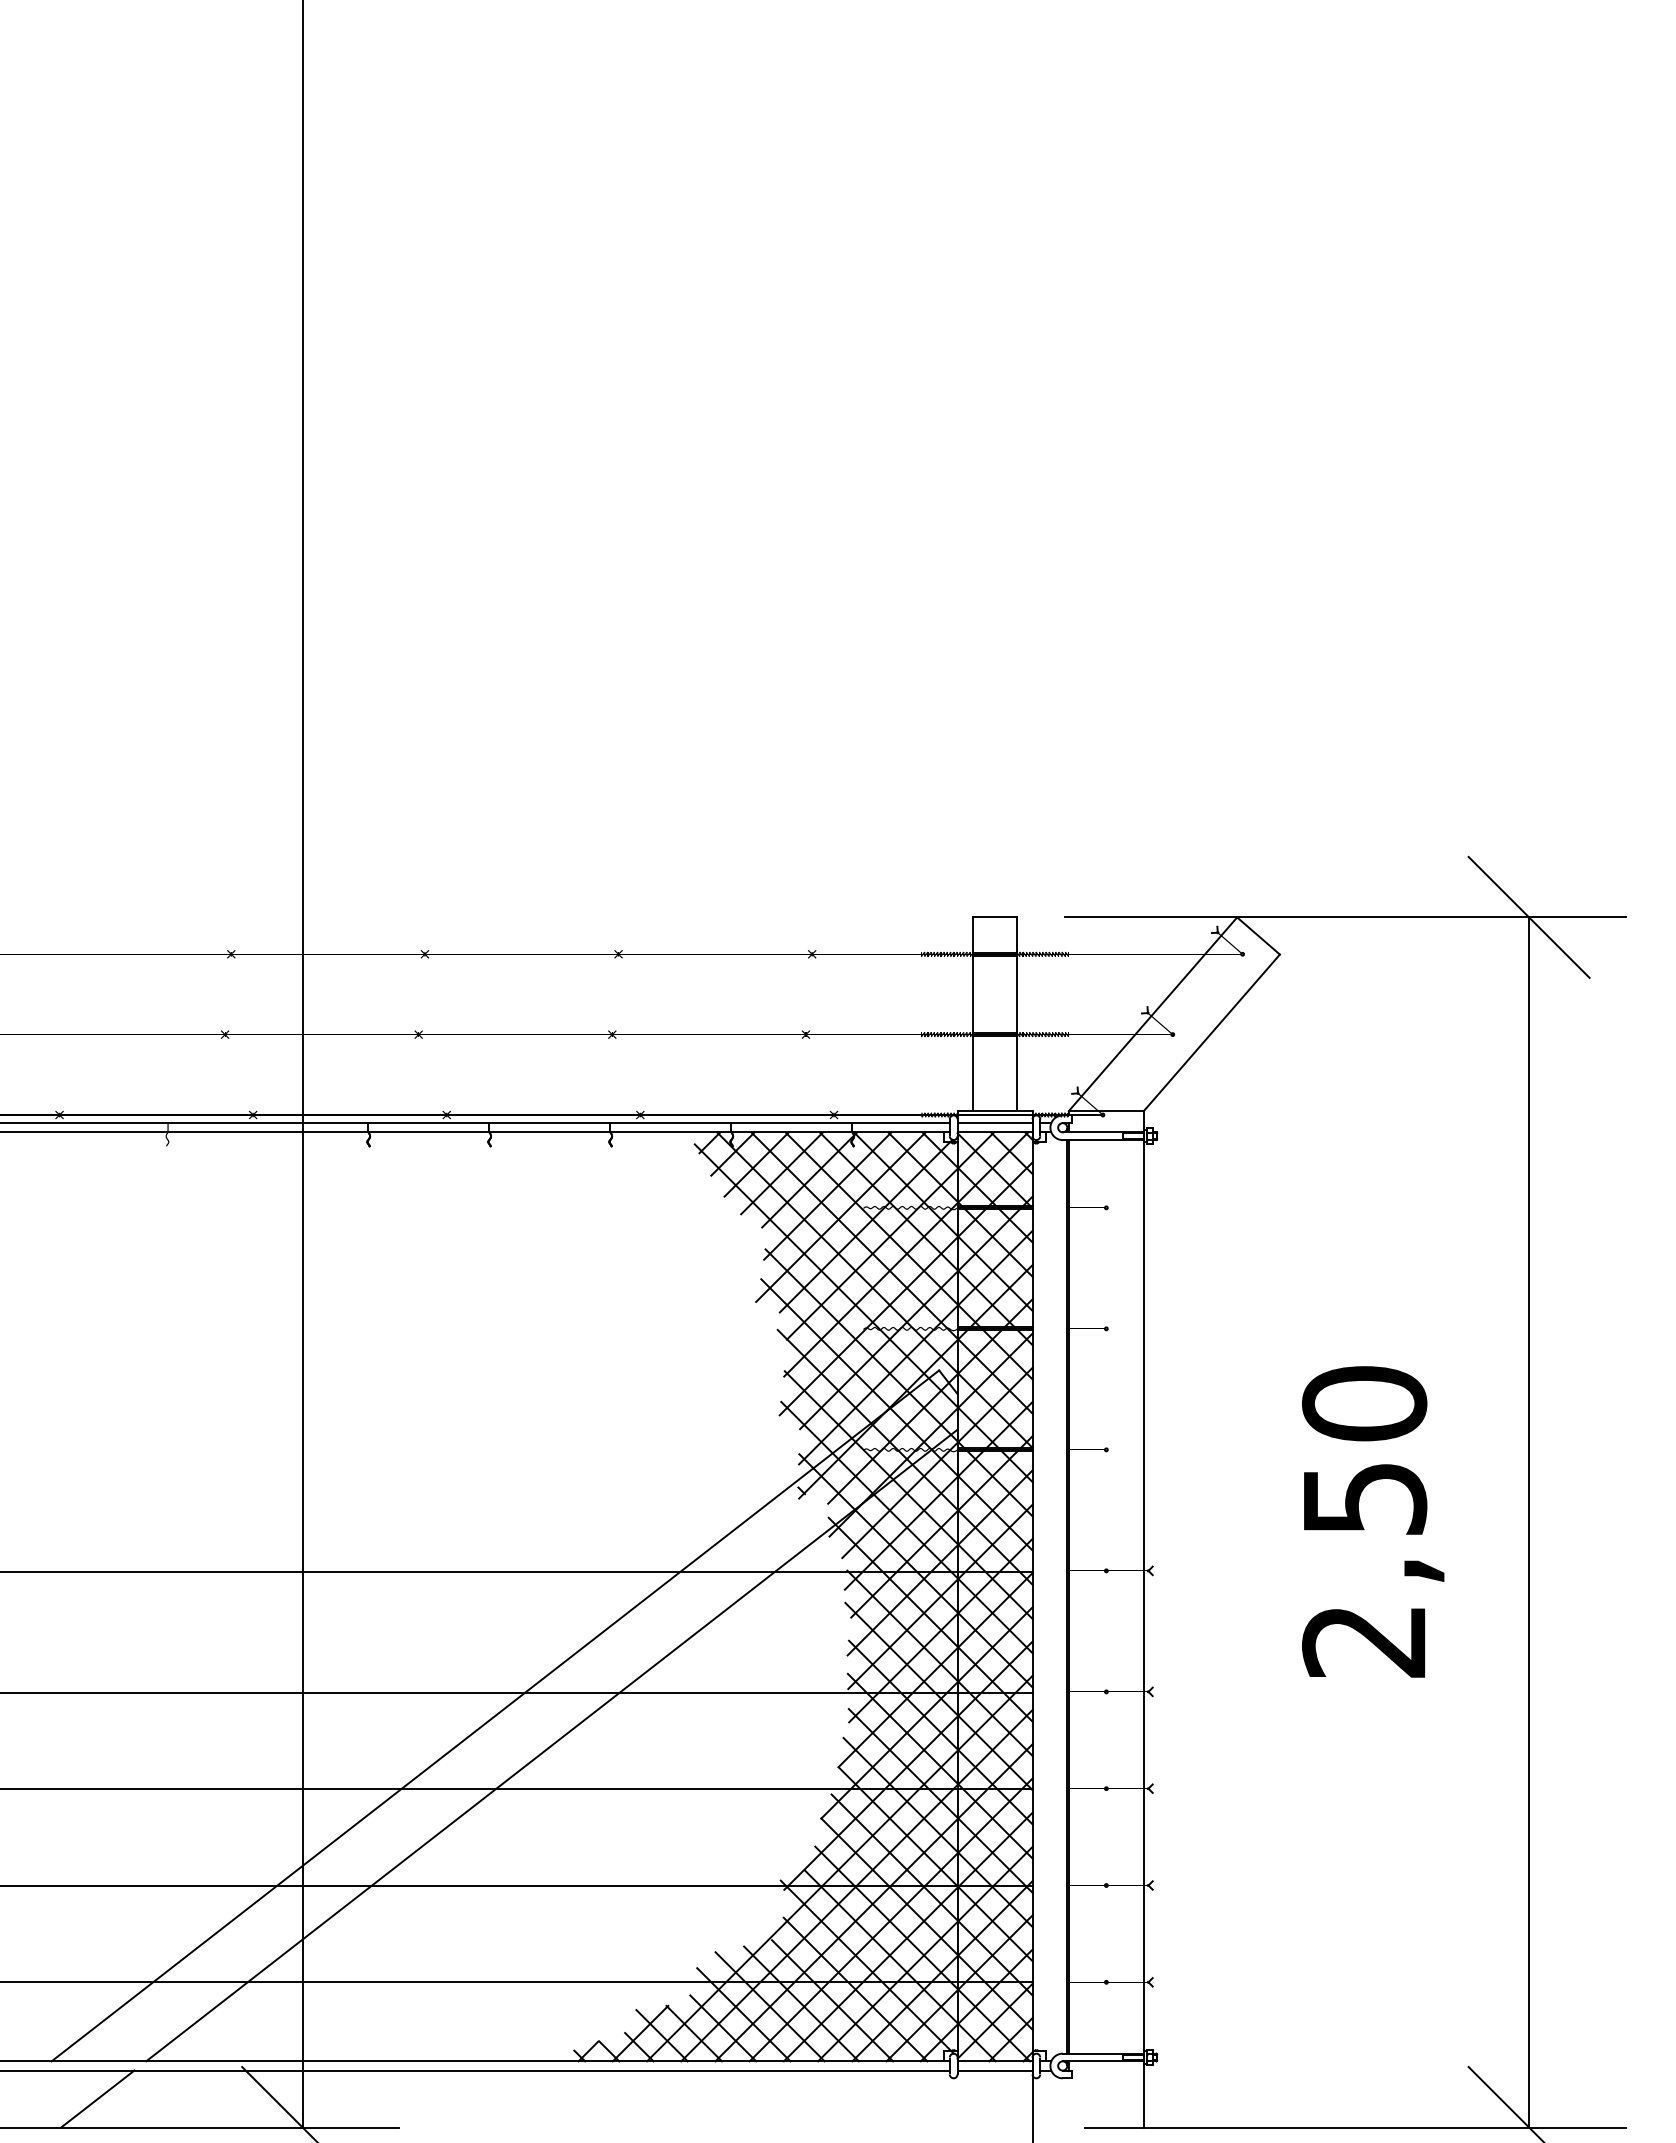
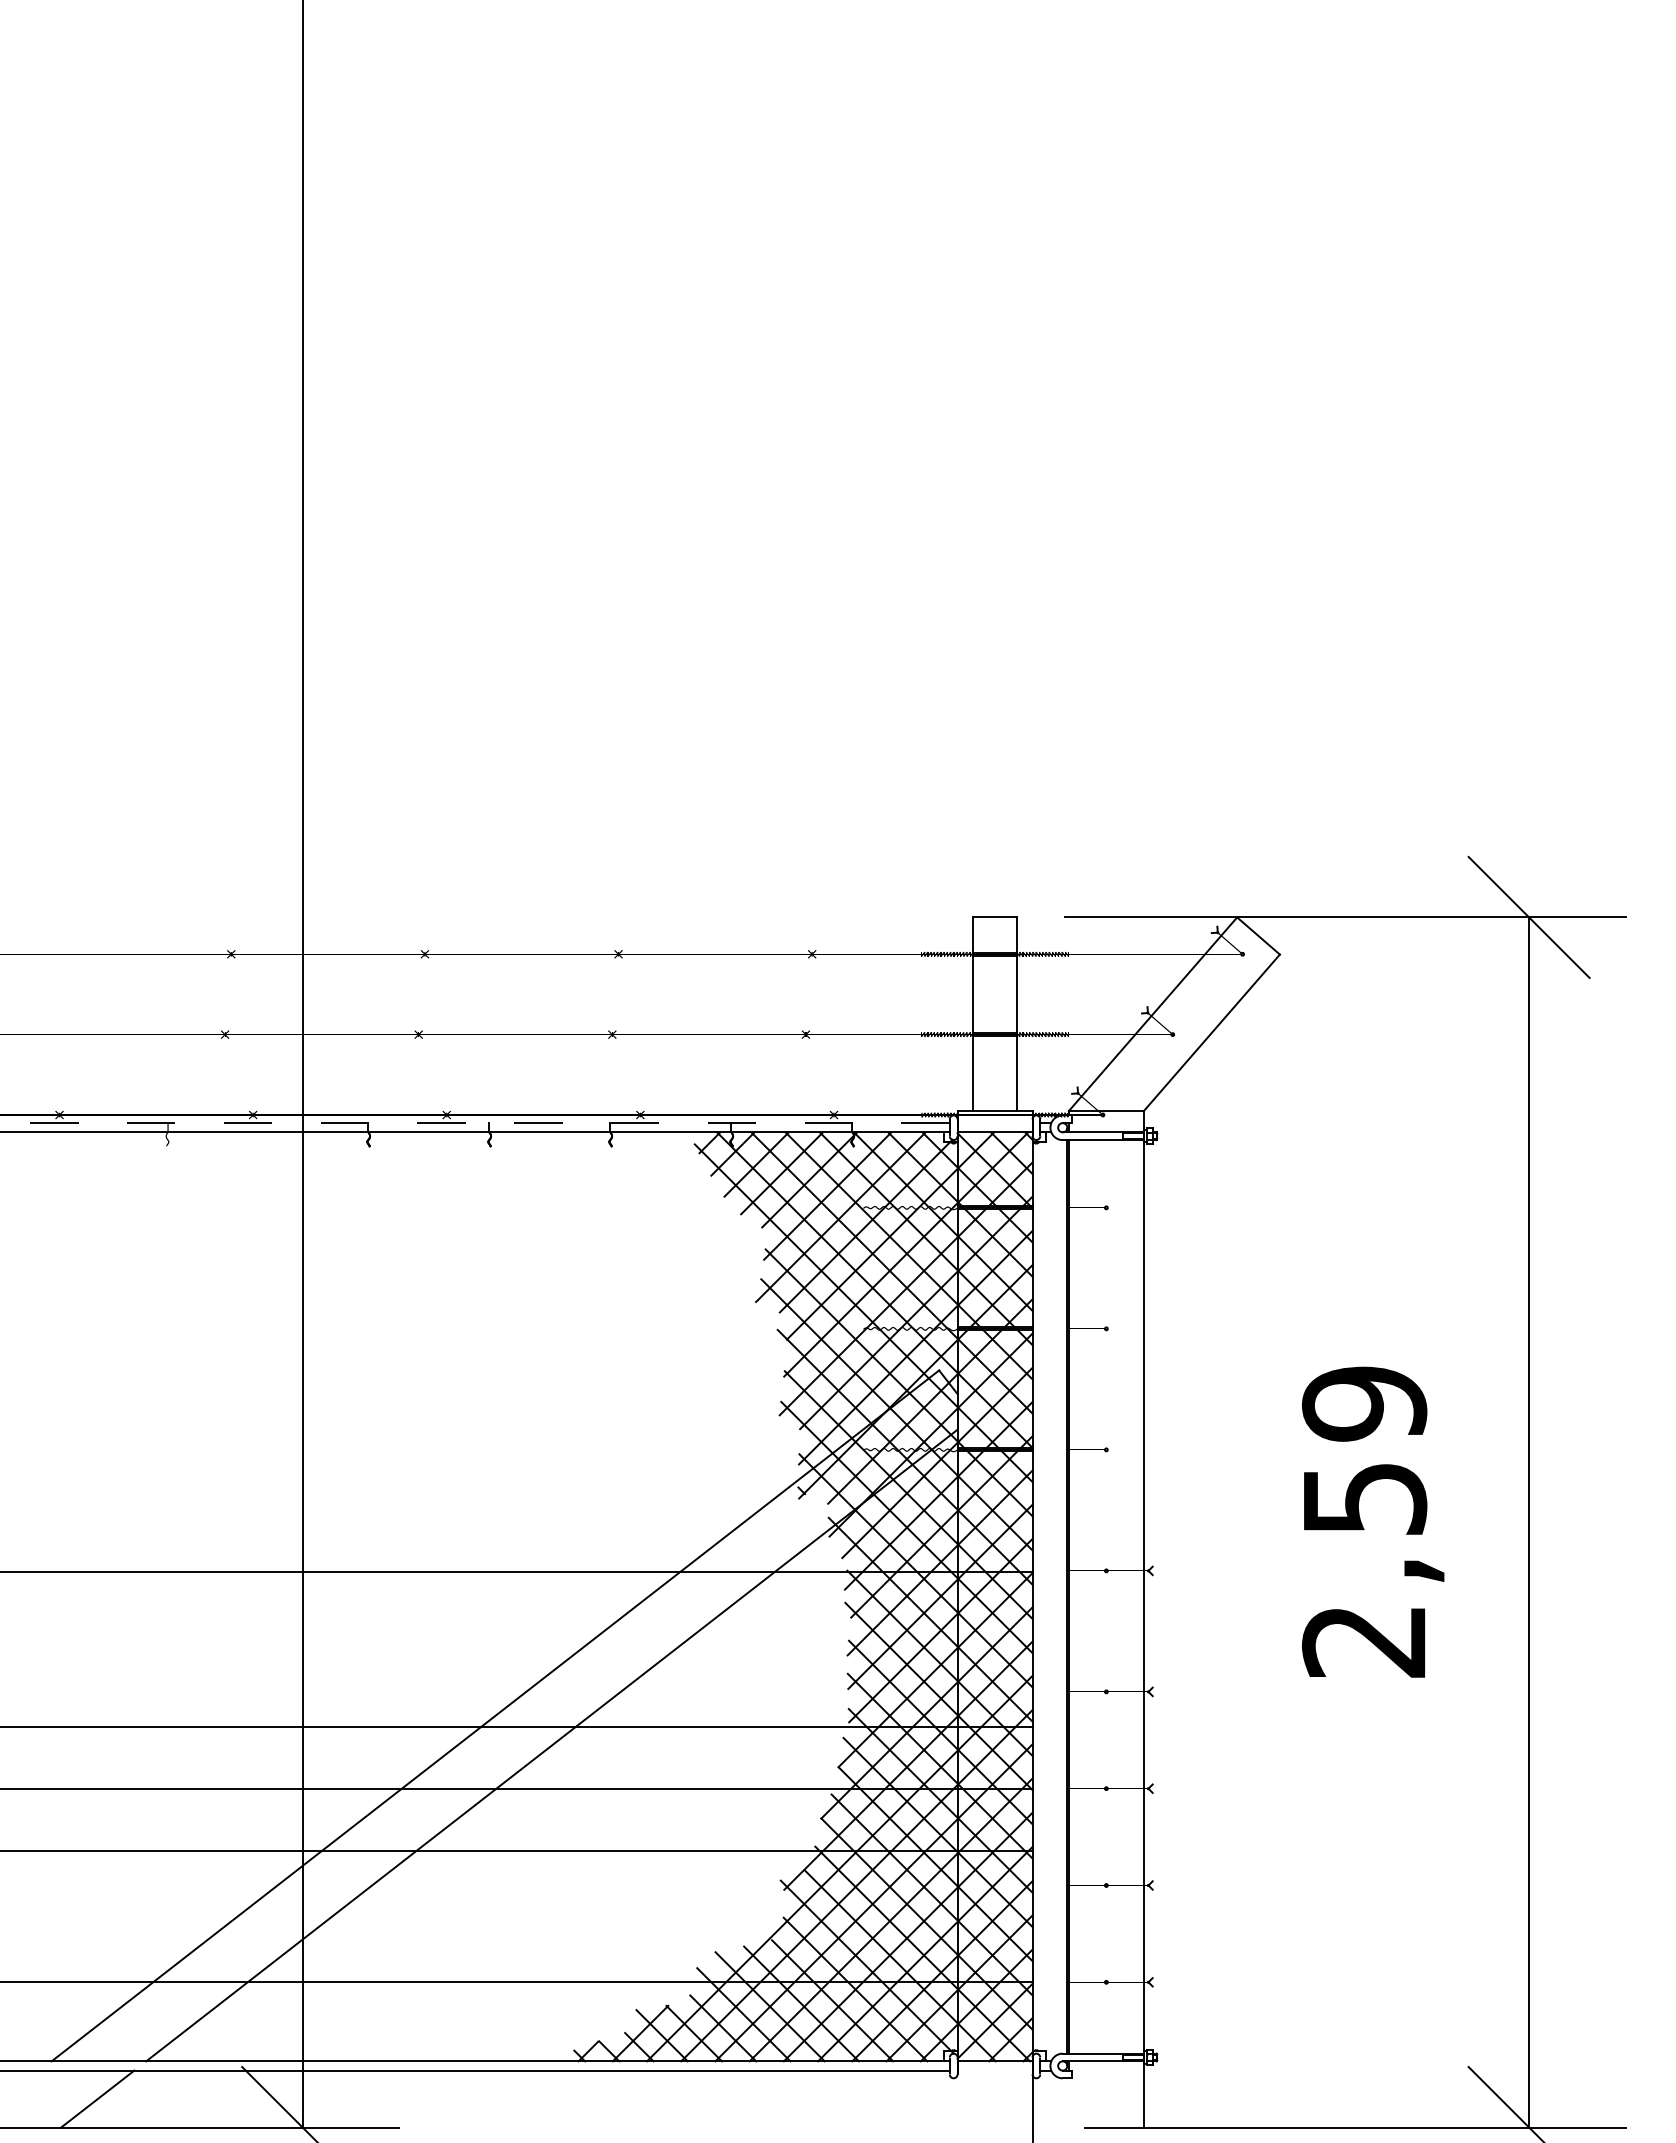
line at (475, 1123): solid -> dashed
line at (994, 1123): present -> none
text at (1364, 1403): 2,50 -> 2,59
line at (517, 1692) position: (517, 1692) -> (517, 1726)
line at (517, 1886) position: (517, 1886) -> (517, 1851)
line at (994, 2070): present -> none
